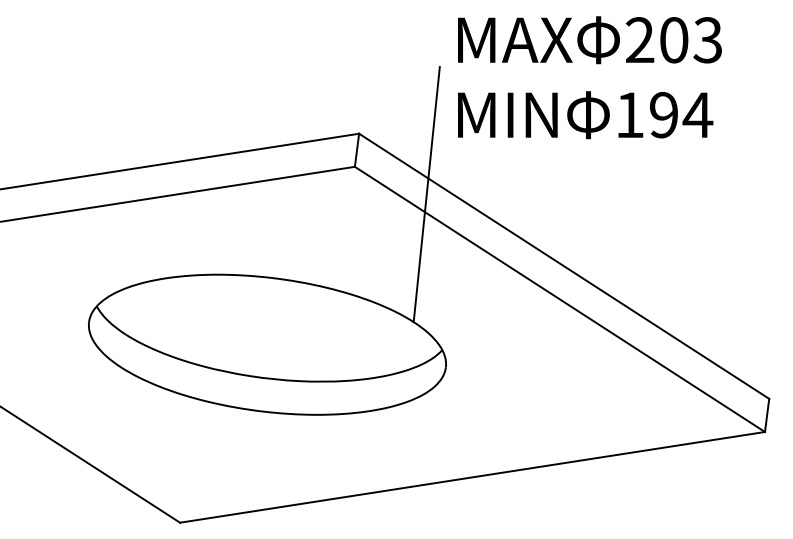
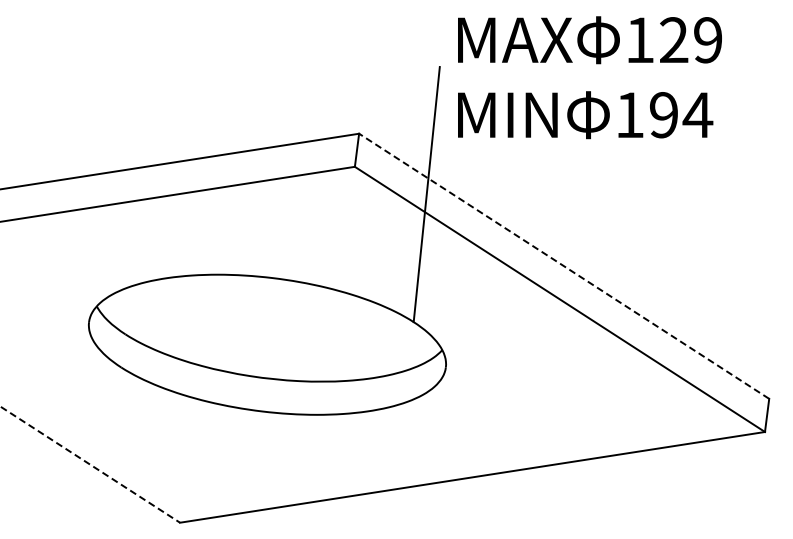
text at (673, 40): 203 -> 129
line at (563, 266): solid -> dashed
line at (90, 464): solid -> dashed
